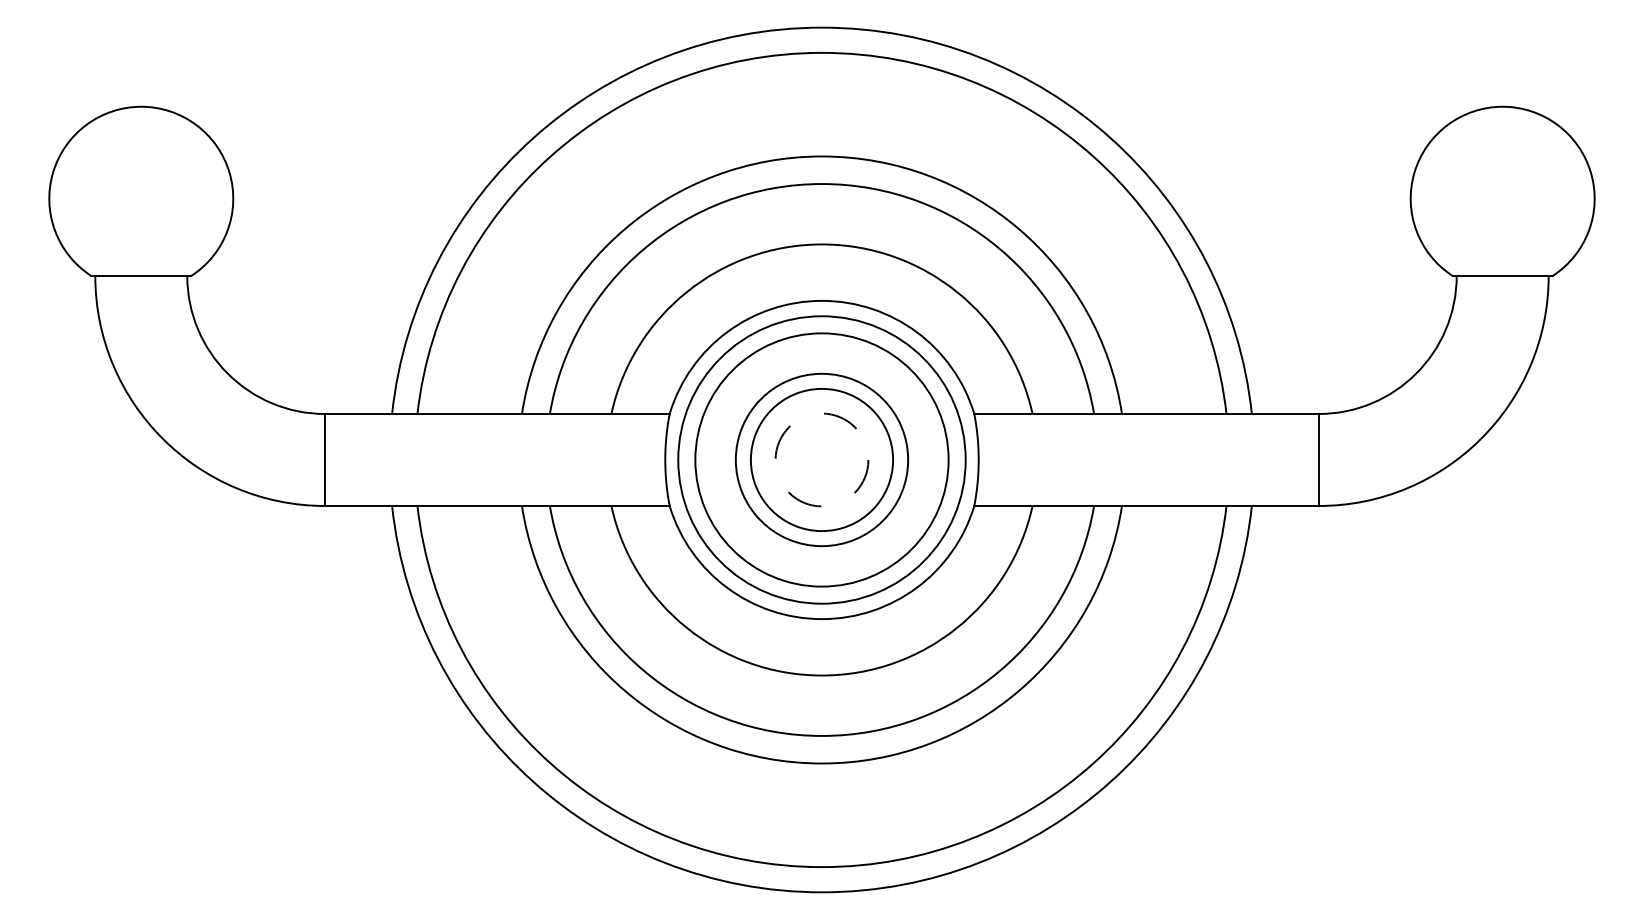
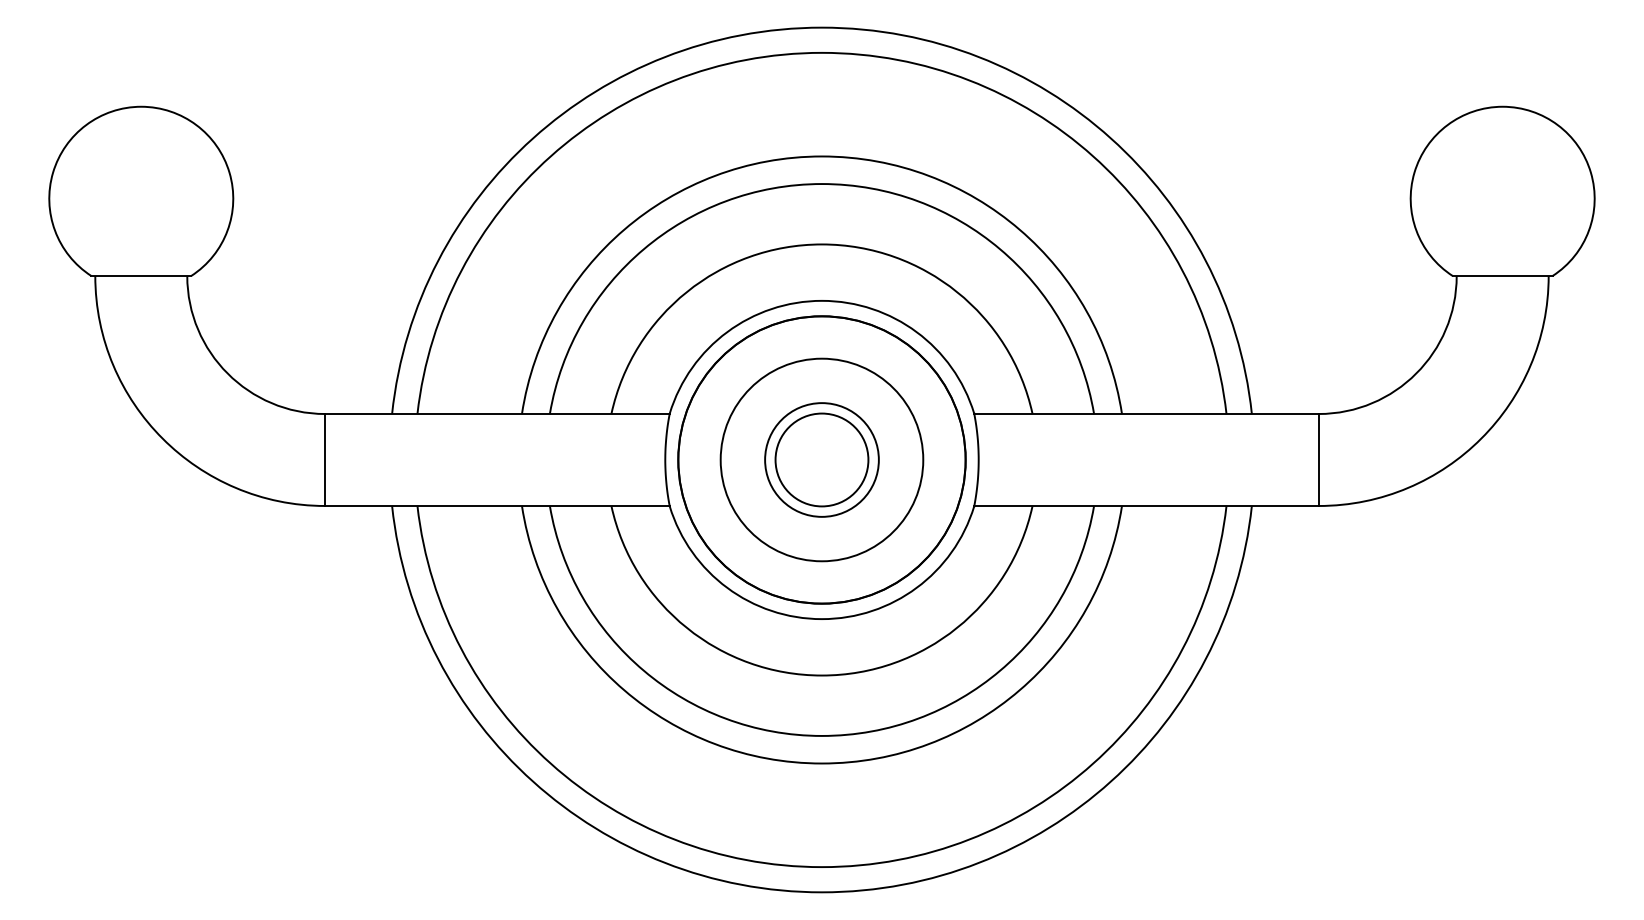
circle at (821, 459) diameter: 142 px -> 114 px
circle at (821, 459) diameter: 172 px -> 287 px
circle at (821, 459) diameter: 253 px -> 203 px
circle at (821, 459): dashed -> solid
